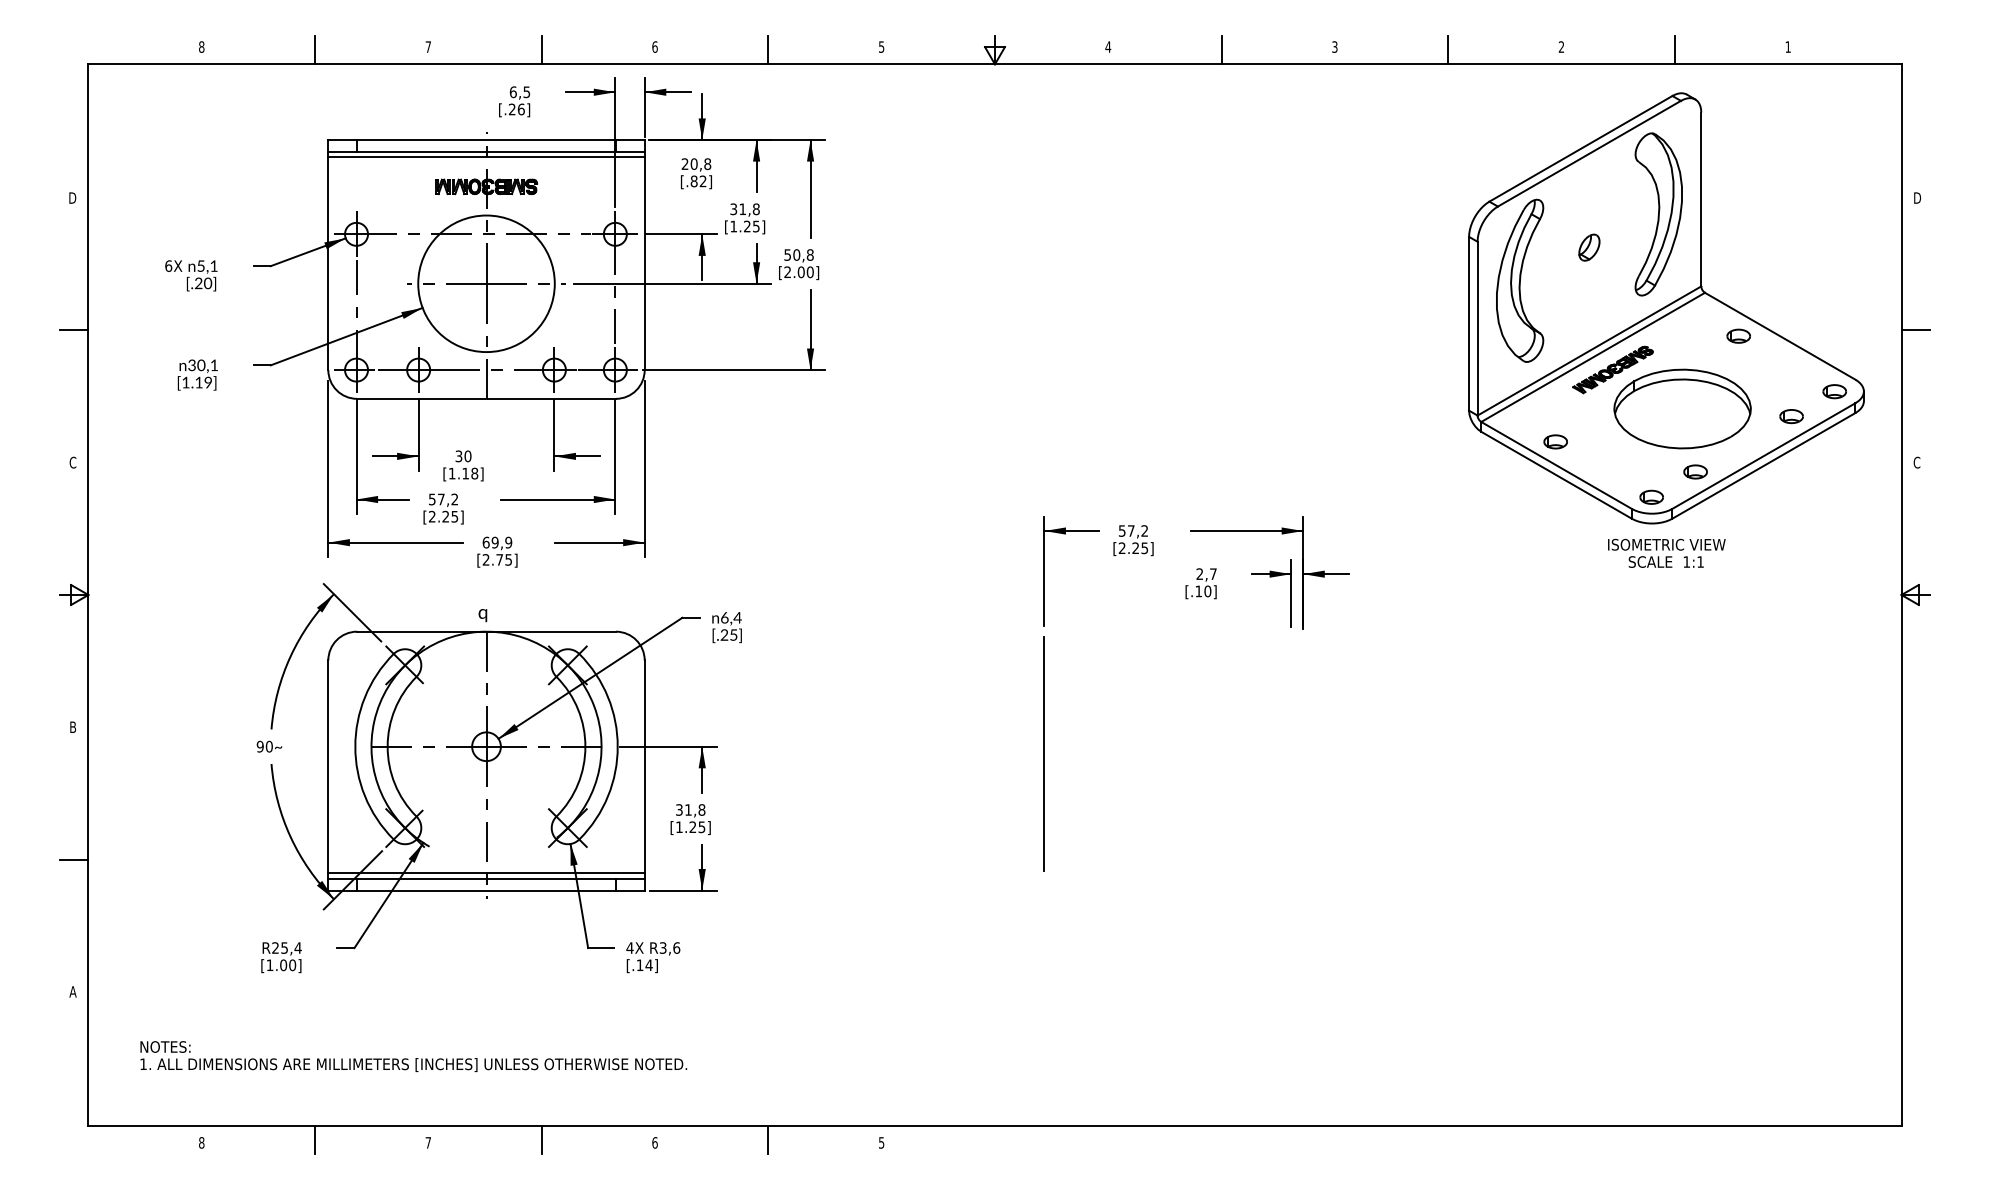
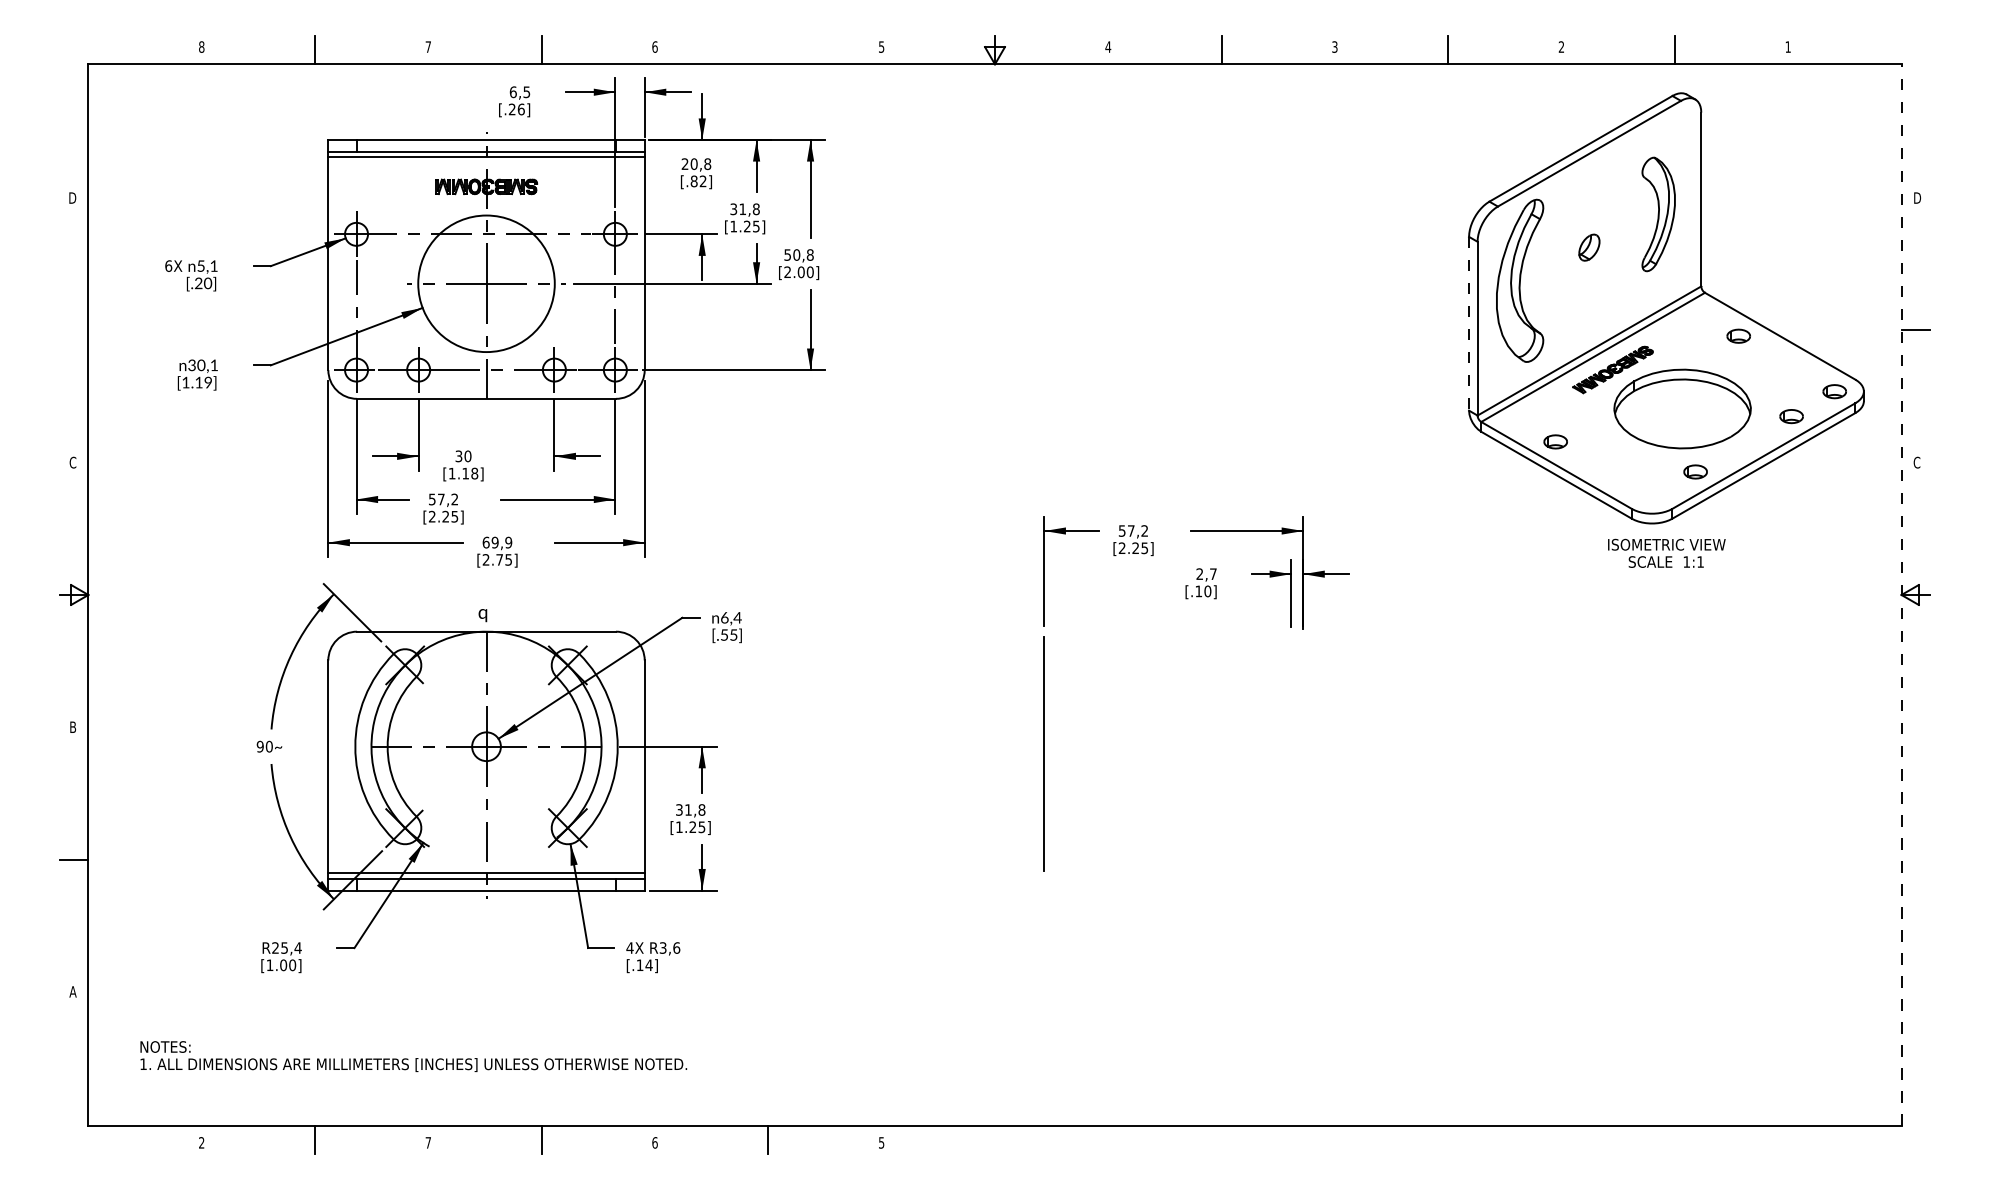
line at (768, 49): present -> none
part at (1658, 214) size: 49x165 px -> 35x117 px
line at (1469, 323): solid -> dashed
line at (73, 330): present -> none
part at (1651, 496): present -> none
line at (1901, 595): solid -> dashed
text at (724, 634): [.25] -> [.55]
text at (201, 1142): 8 -> 2
